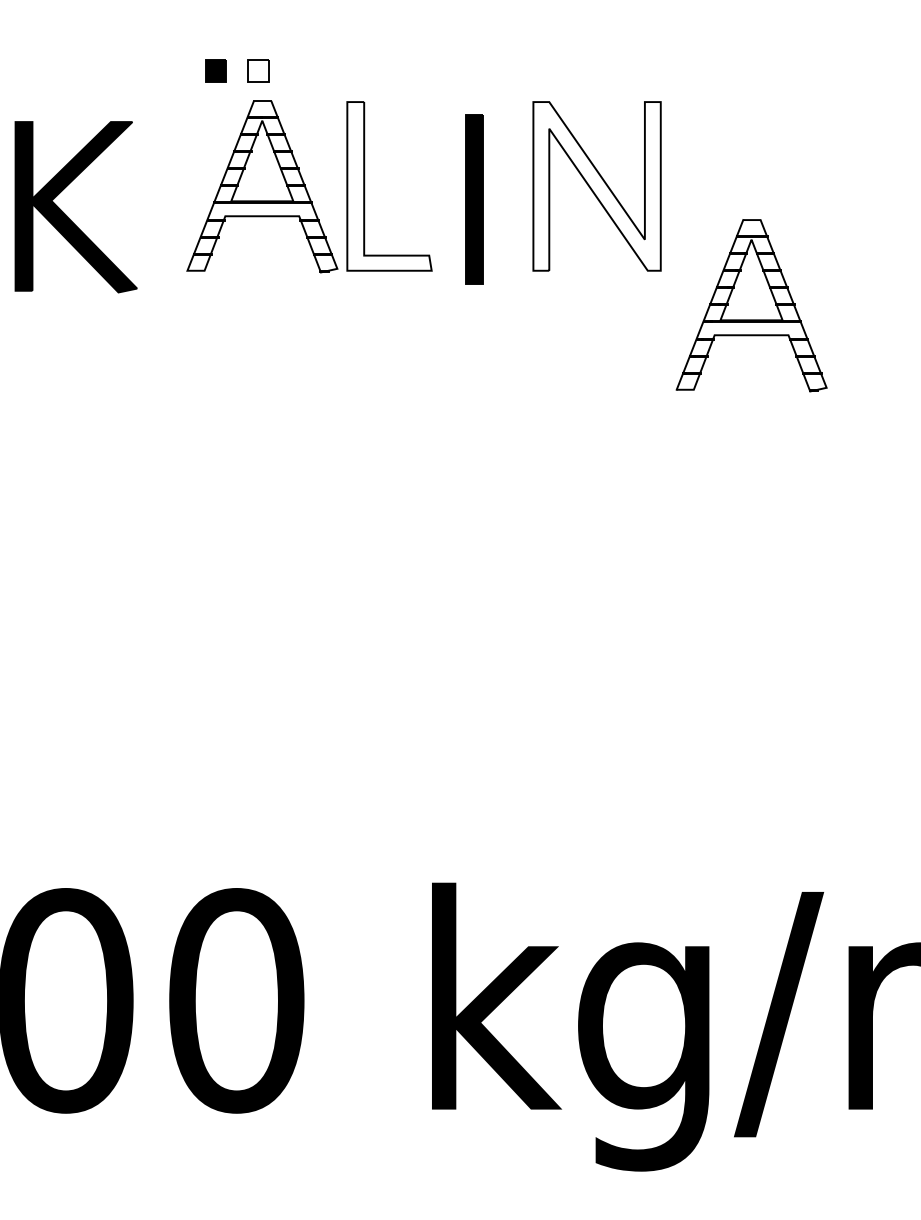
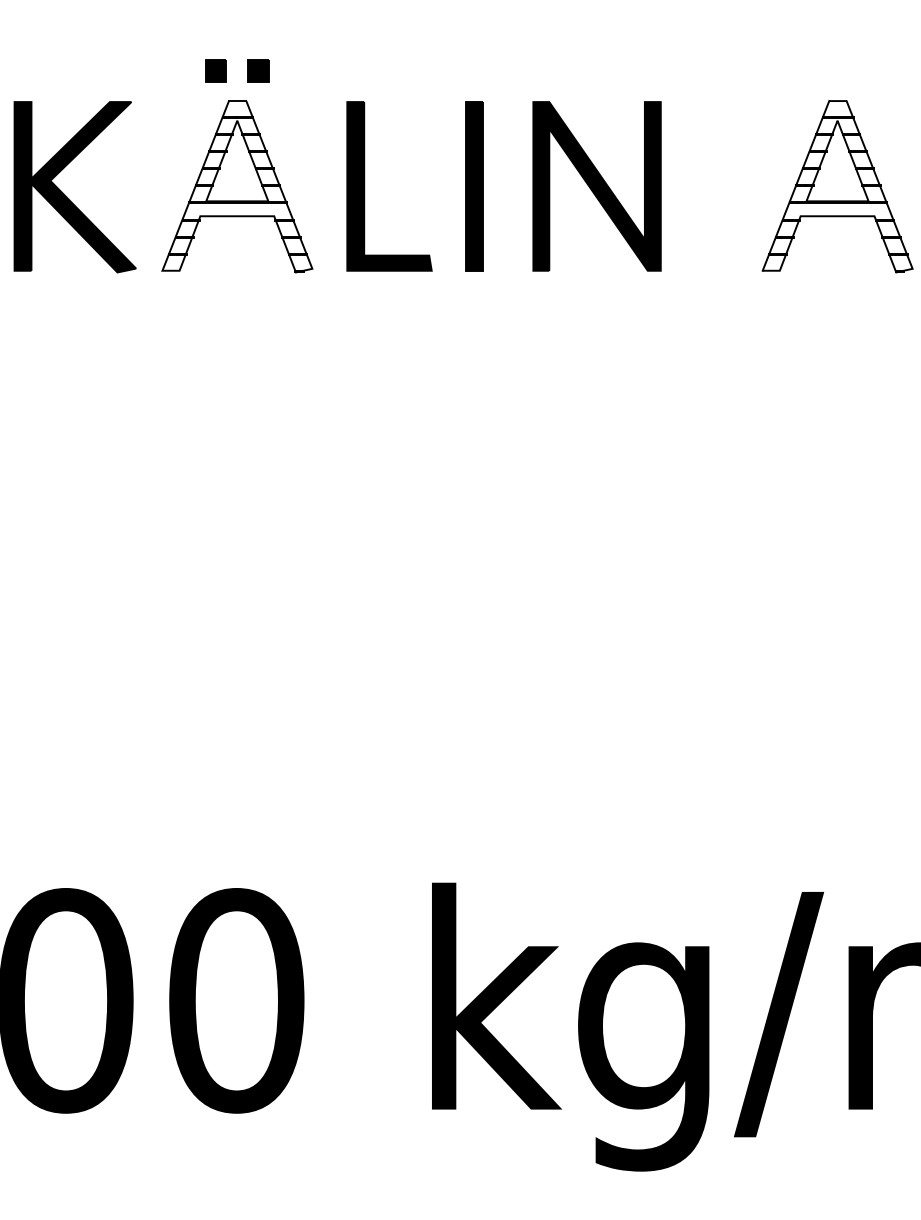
fill at (258, 71): none -> present
part at (262, 186) position: (262, 186) -> (237, 186)
fill at (389, 186): none -> present
fill at (596, 186): none -> present
part at (474, 199) position: (474, 199) -> (474, 186)
part at (67, 215) position: (67, 215) -> (66, 195)
part at (751, 305) position: (751, 305) -> (837, 186)
